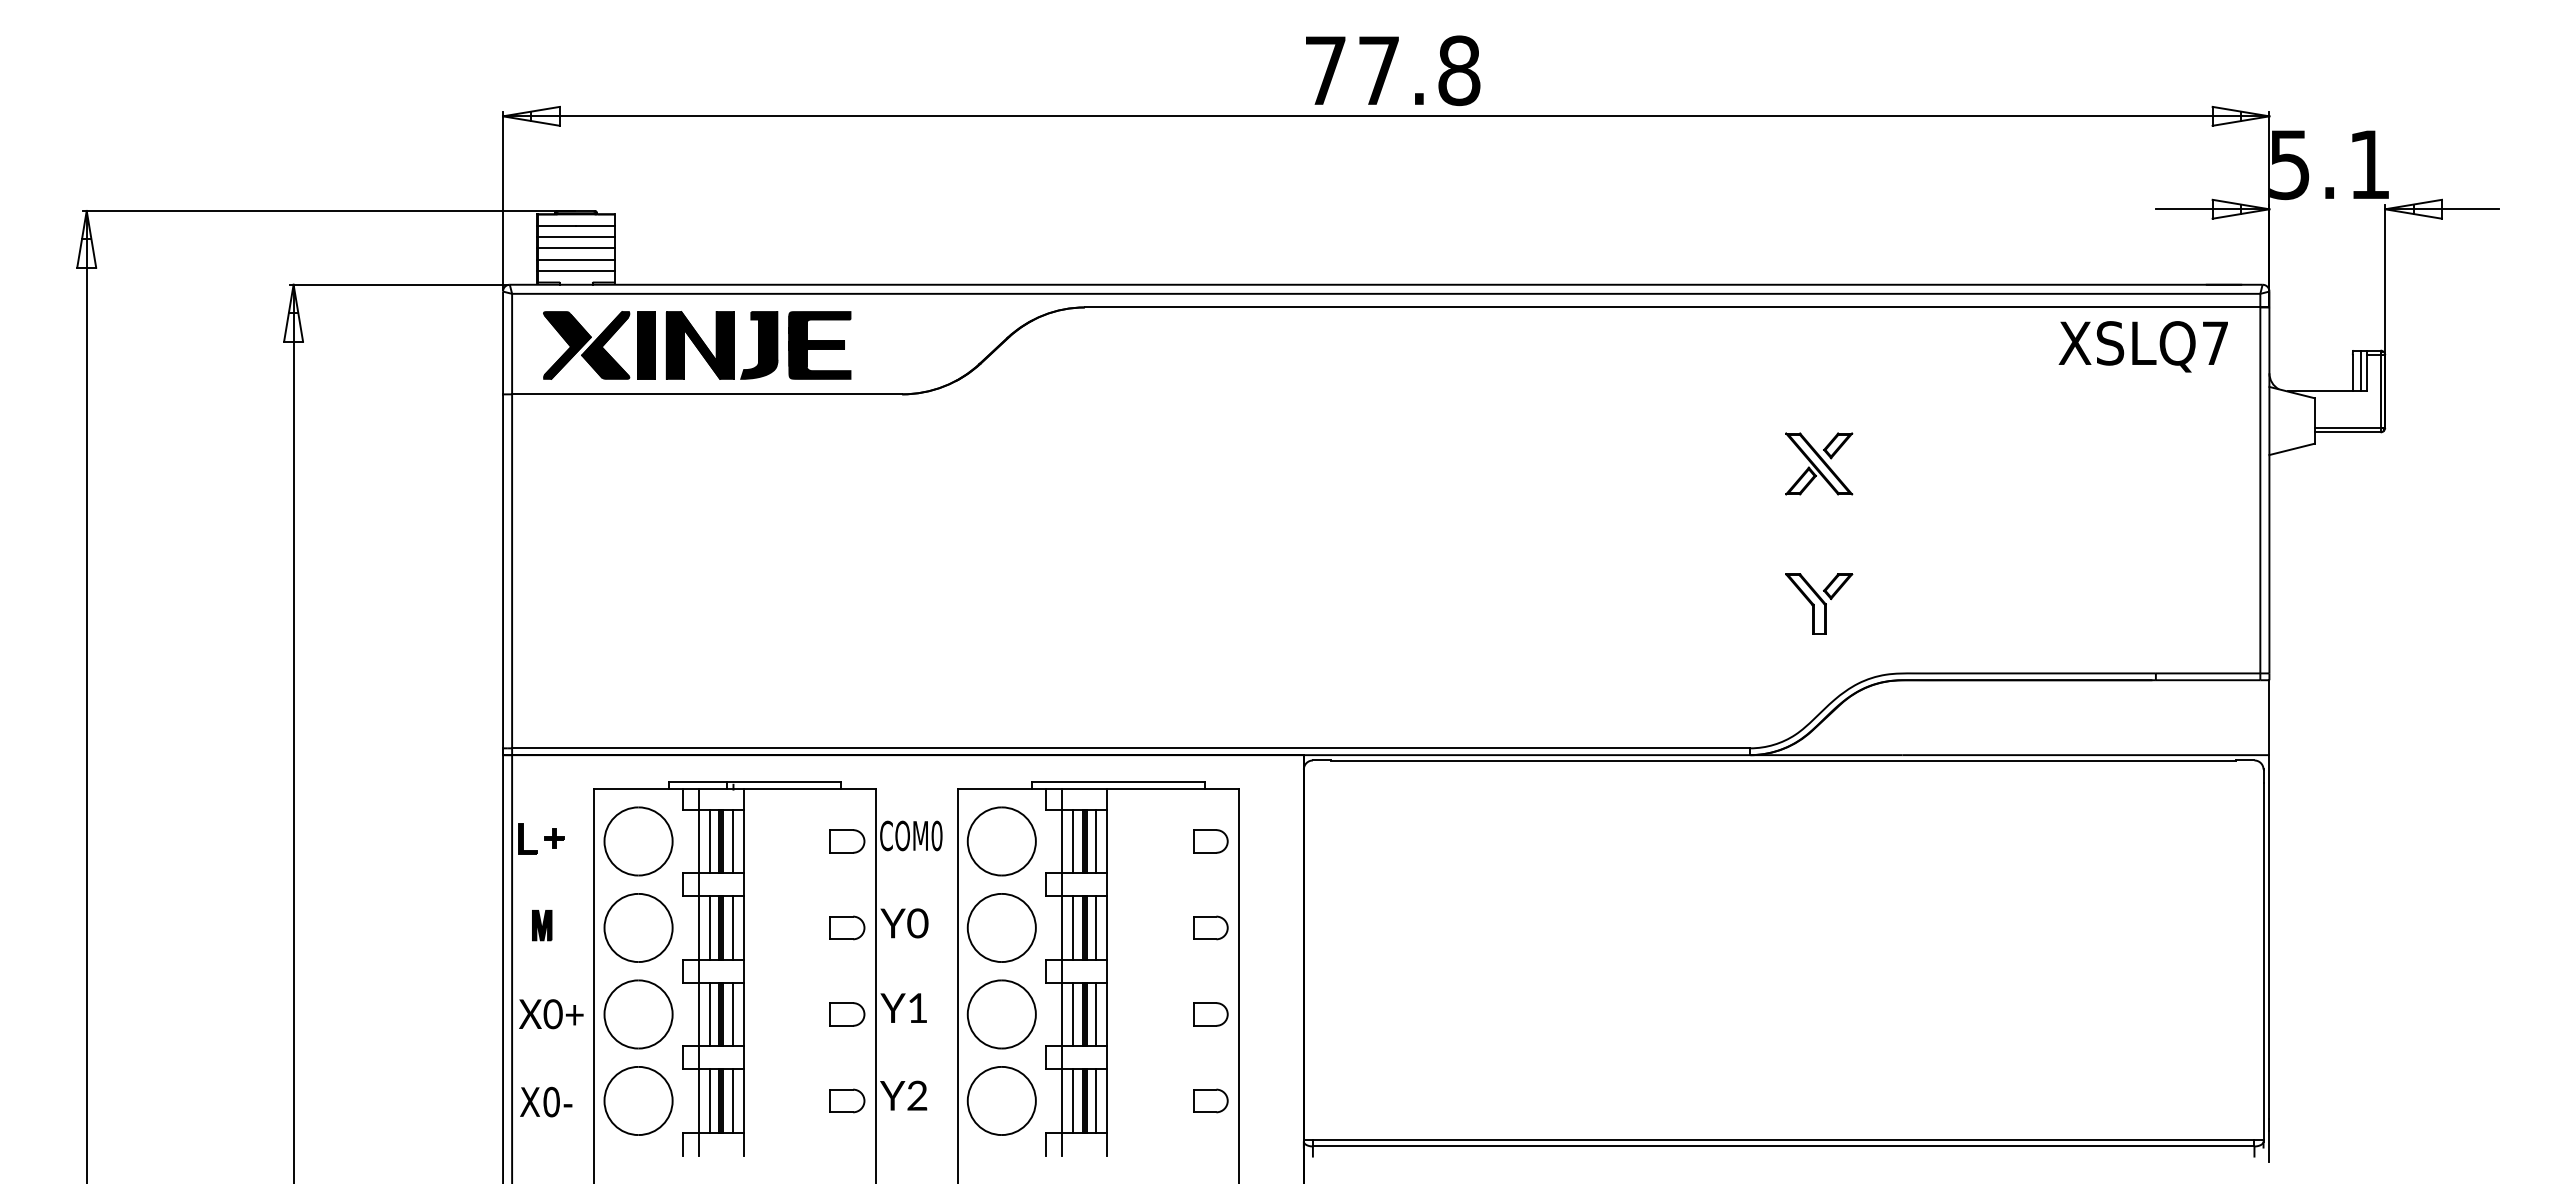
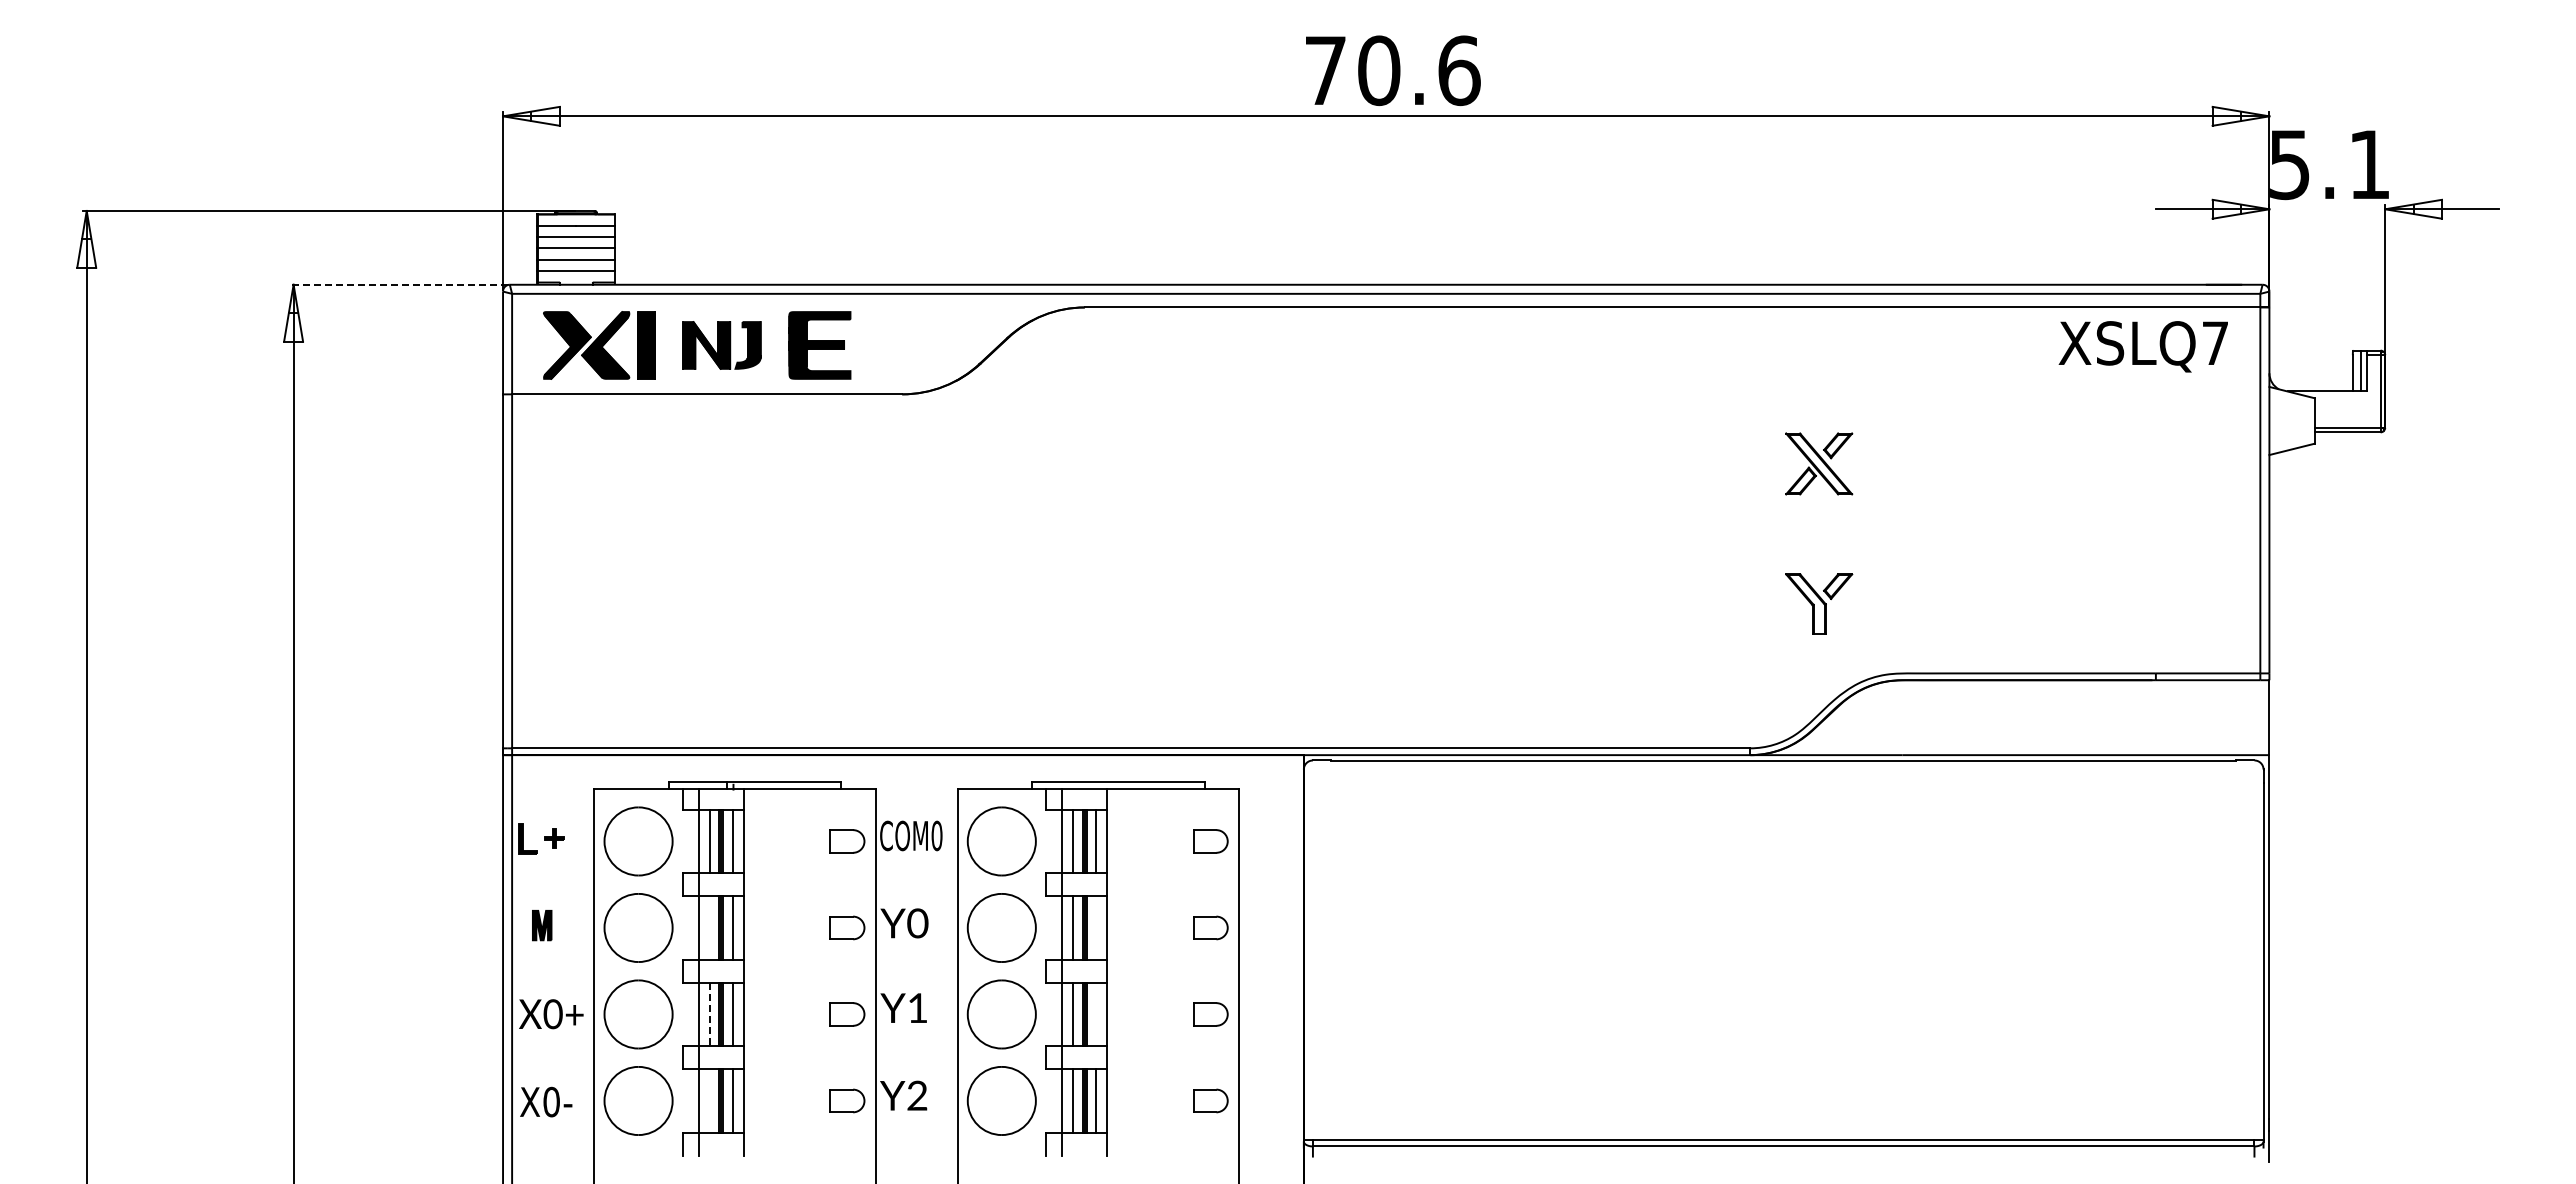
text at (1419, 70): 77.8 -> 70.6
line at (398, 284): solid -> dashed
part at (721, 345) size: 114x69 px -> 80x49 px
line at (710, 927): present -> none
line at (1096, 927): present -> none
line at (710, 1014): solid -> dashed
line at (1096, 1014): present -> none
line at (710, 1100): present -> none
